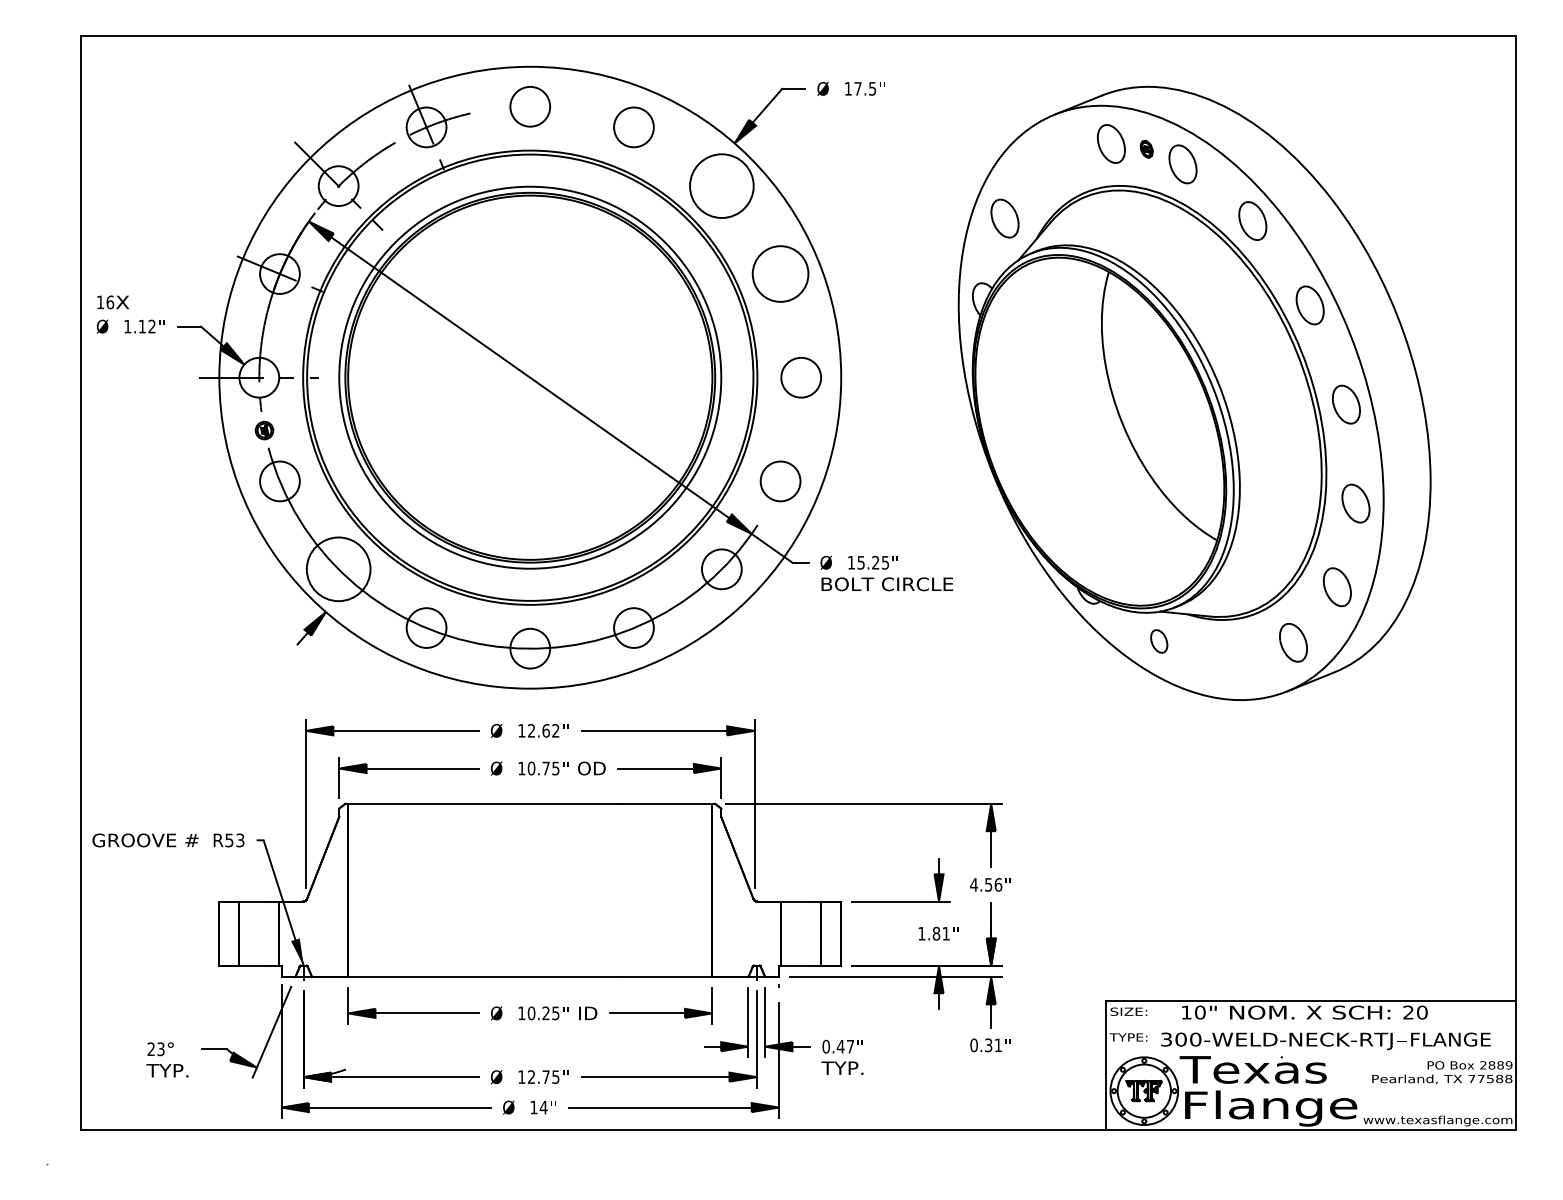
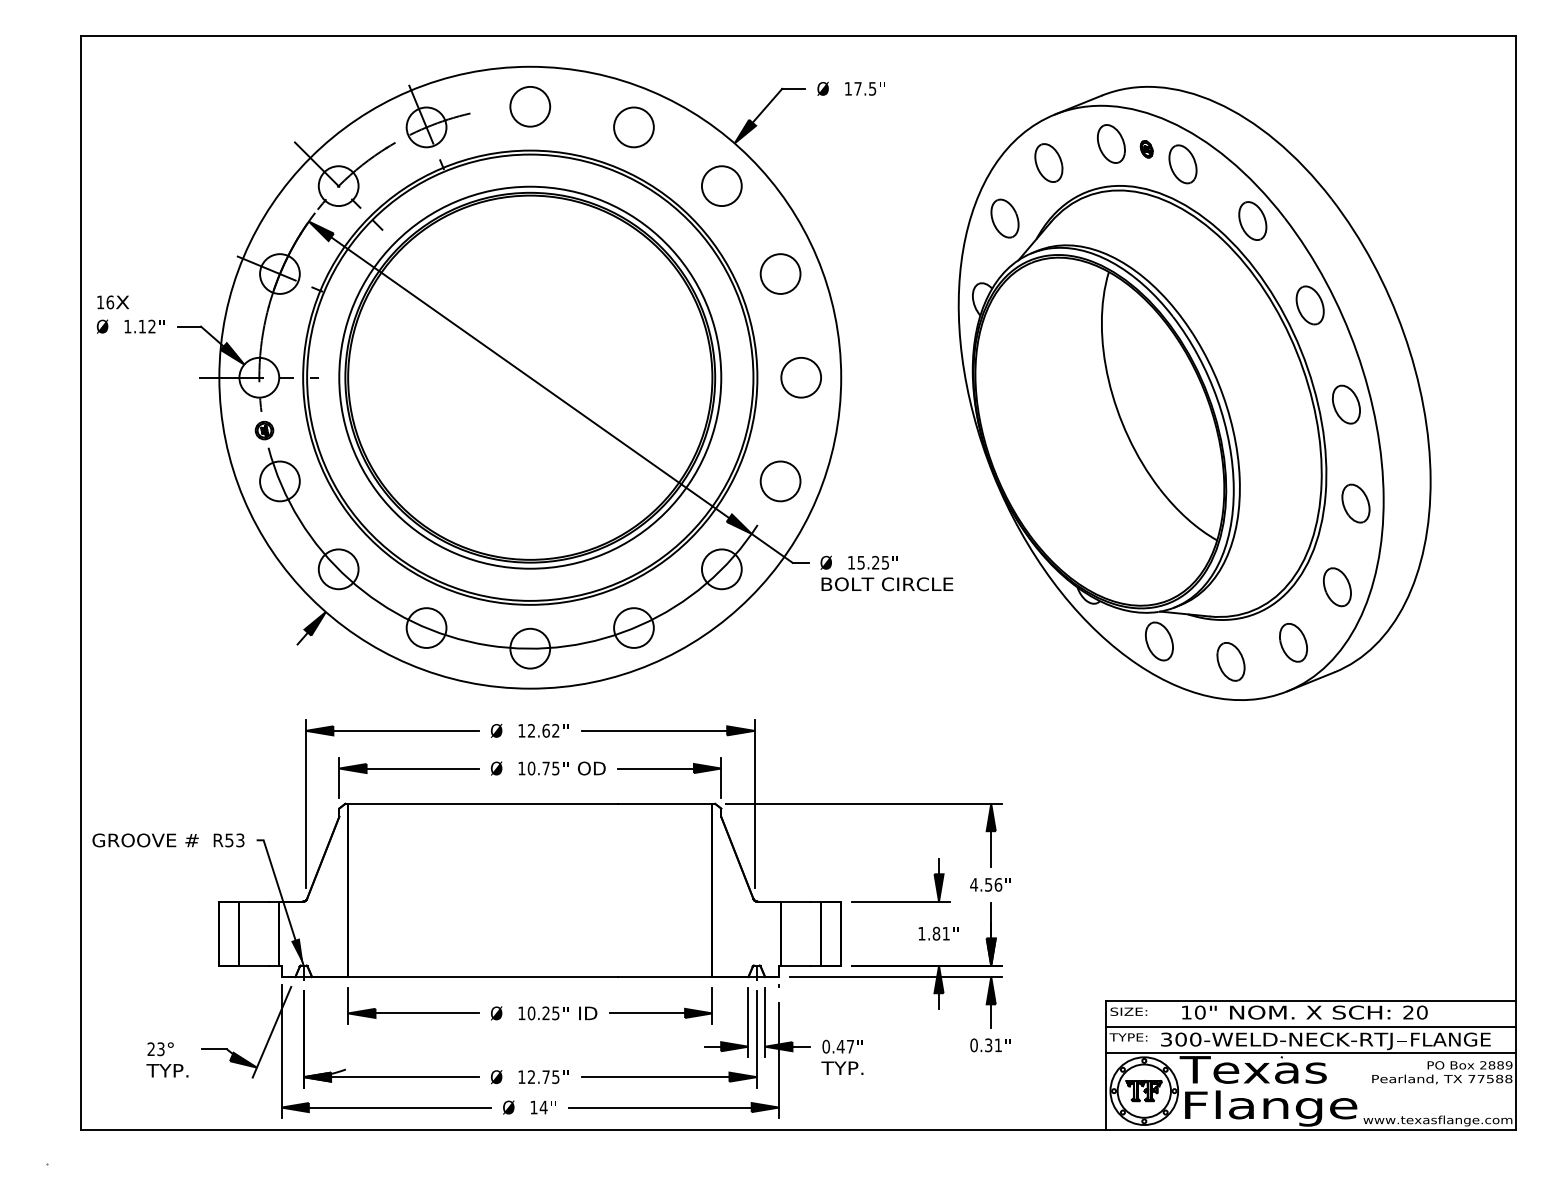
part at (1048, 162): none -> present
circle at (721, 185) diameter: 64 px -> 40 px
circle at (780, 273) diameter: 56 px -> 40 px
circle at (338, 569) diameter: 64 px -> 40 px
part at (1159, 641) size: 19x25 px -> 30x41 px
part at (1230, 661): none -> present
line at (1311, 1027): none -> present
line at (1311, 1052): none -> present
